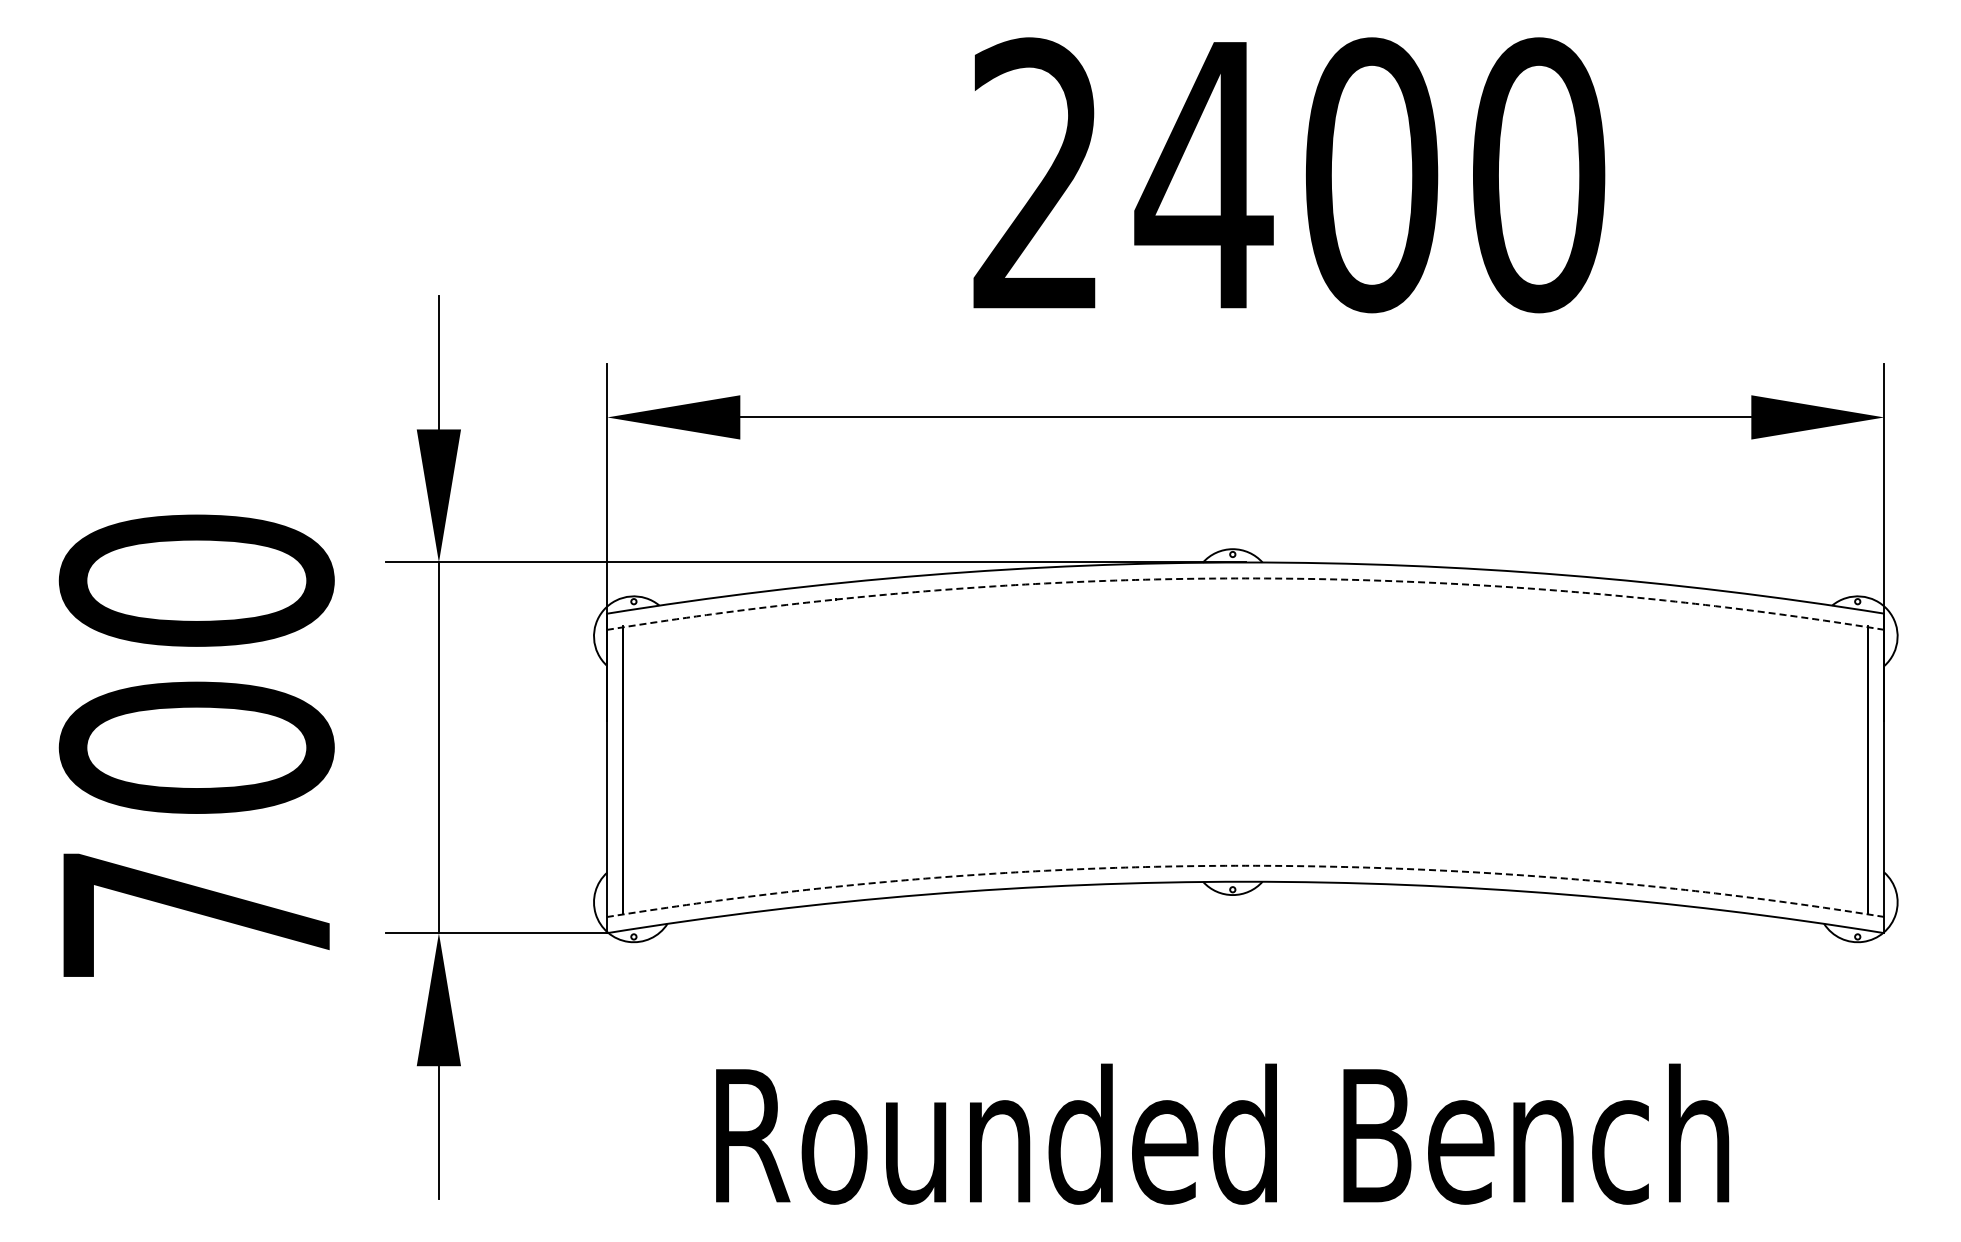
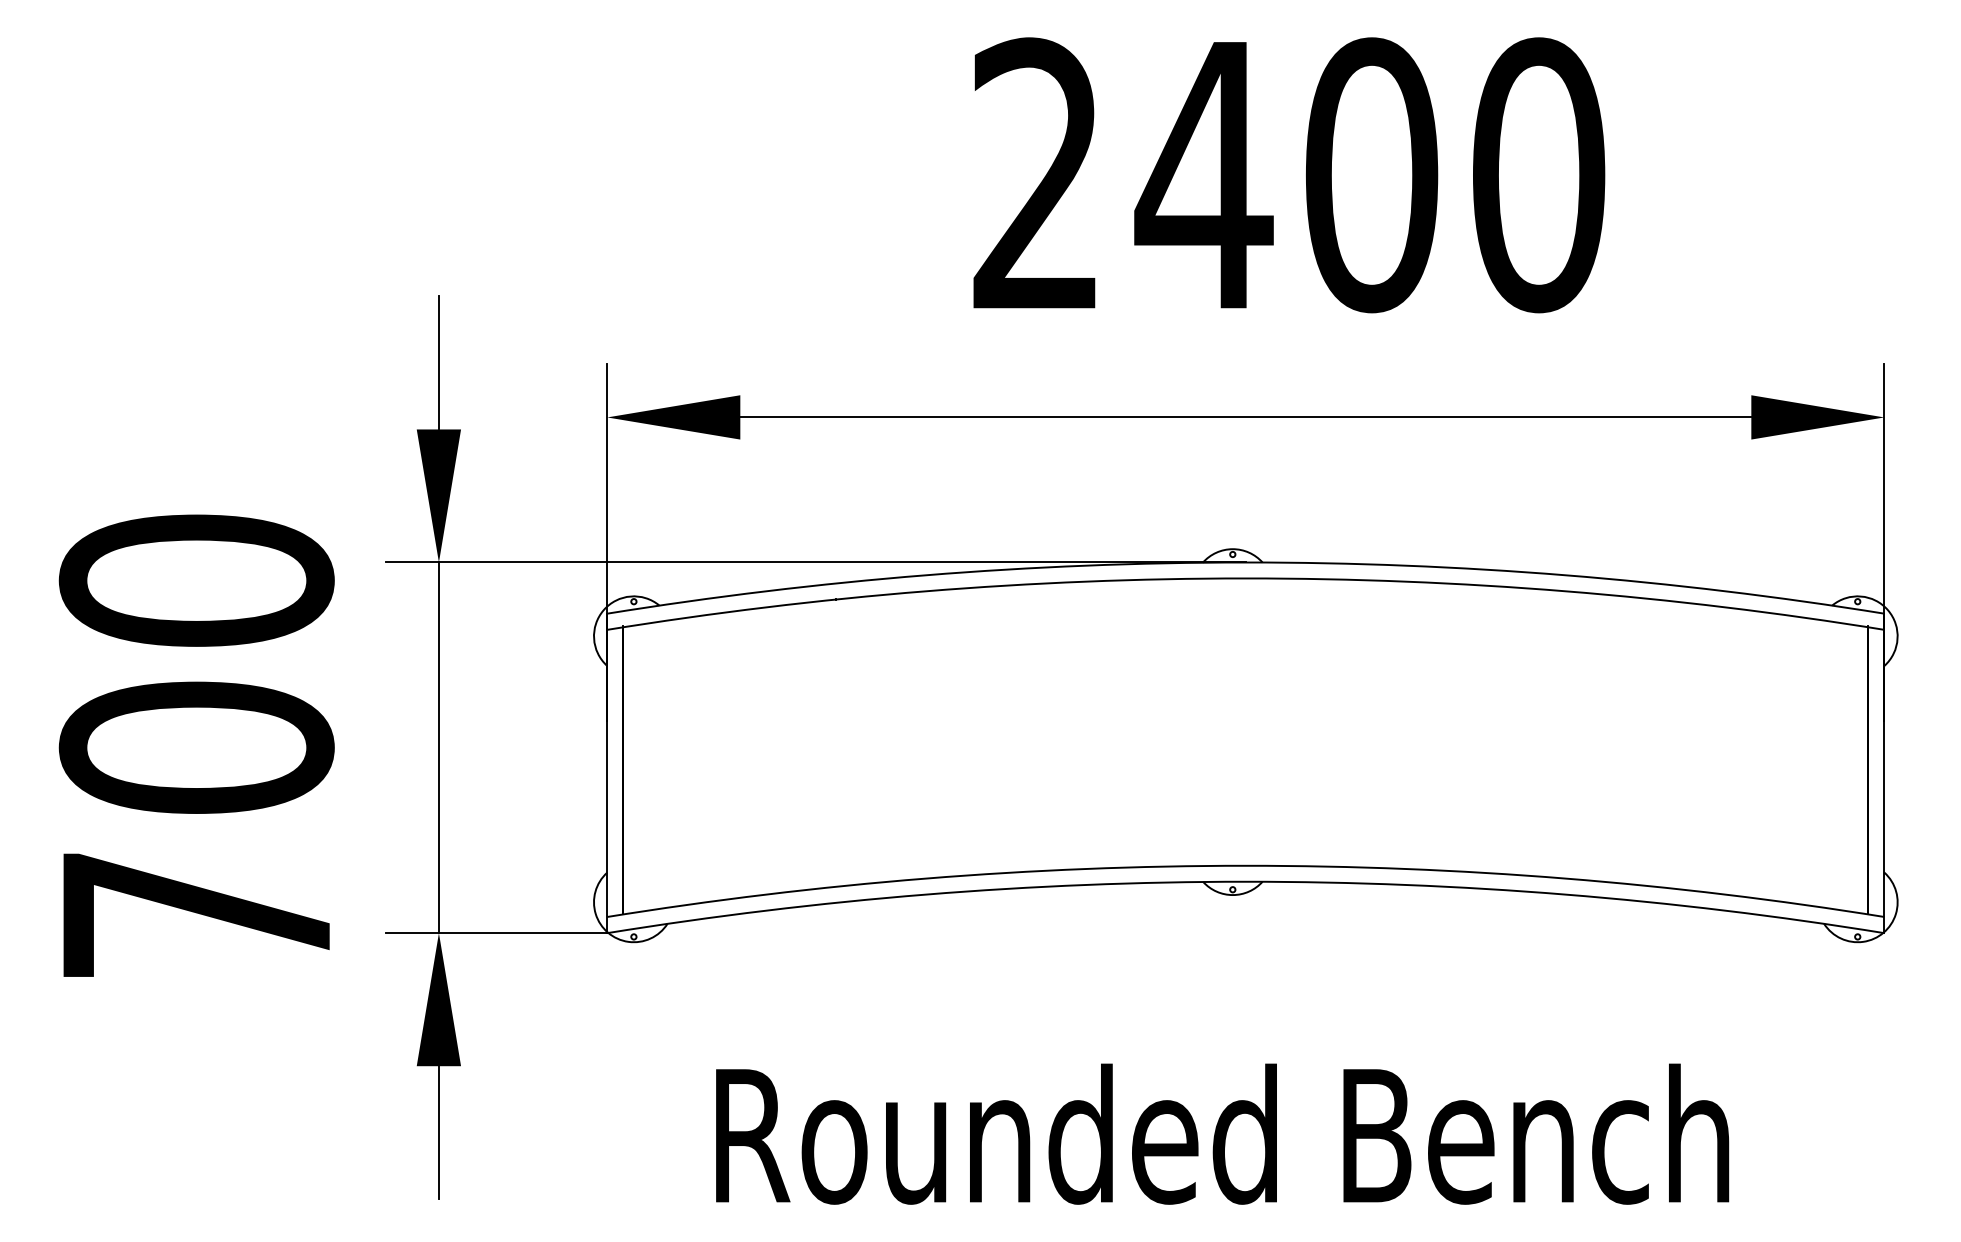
arc at (1245, 578): dashed -> solid
arc at (1245, 865): dashed -> solid
